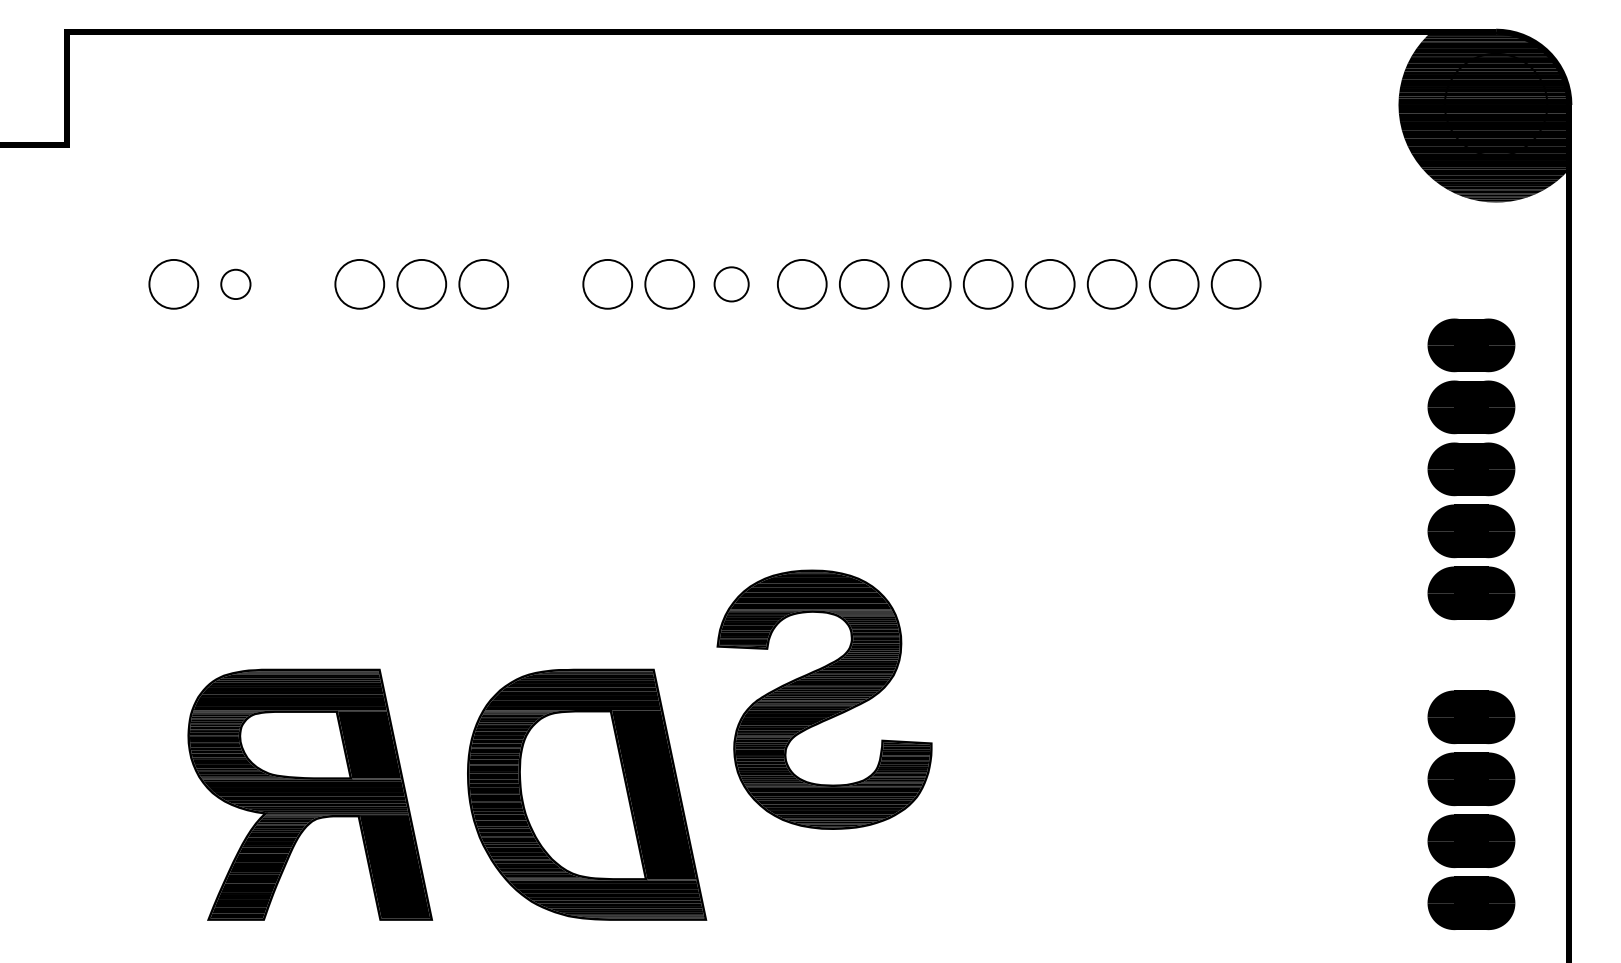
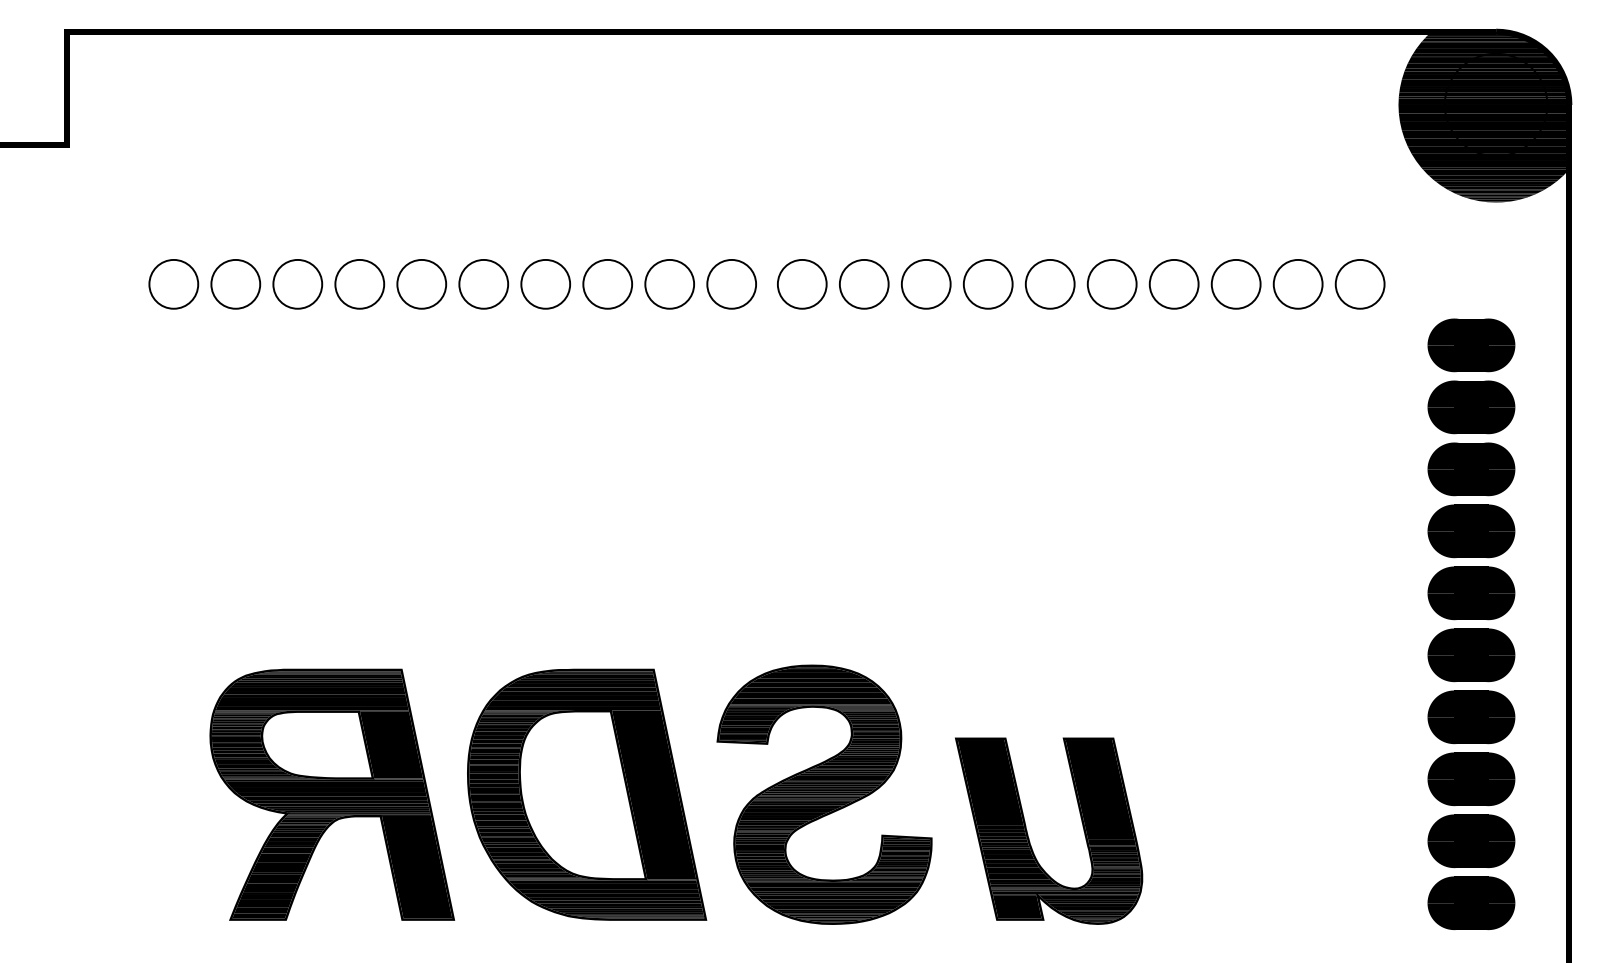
part at (235, 283) size: 32x32 px -> 52x51 px
part at (297, 284): none -> present
part at (545, 284): none -> present
part at (731, 284) size: 37x37 px -> 51x51 px
part at (1297, 284): none -> present
part at (1359, 284): none -> present
part at (1471, 655): none -> present
part at (824, 699) position: (824, 699) -> (824, 794)
part at (310, 794) position: (310, 794) -> (332, 794)
part at (1028, 834): none -> present
